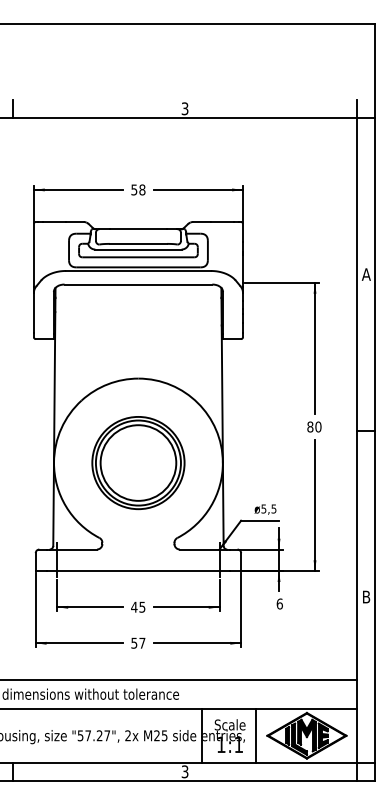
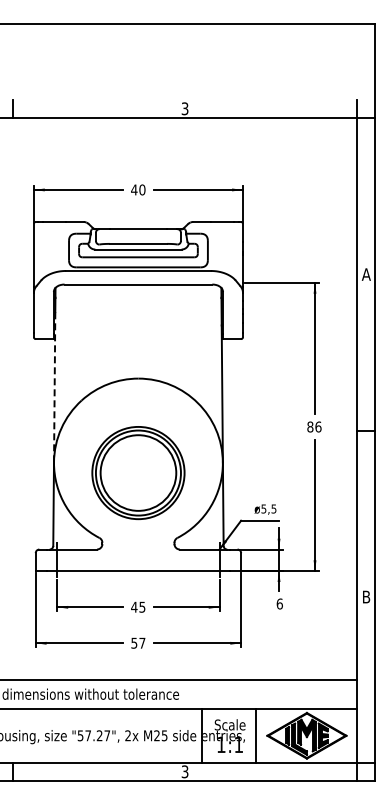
text at (138, 189): 58 -> 40
line at (54, 386): solid -> dashed
text at (318, 426): 80 -> 86
part at (138, 463) position: (138, 463) -> (138, 473)
